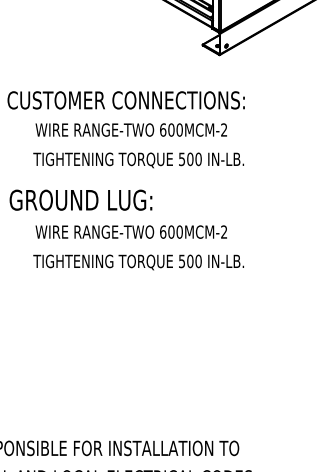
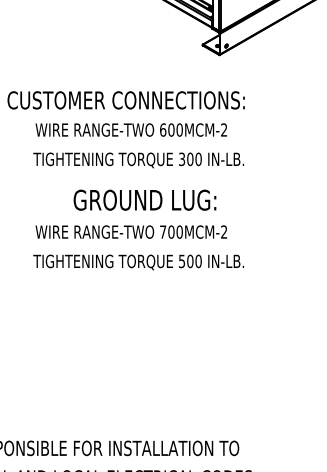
text at (182, 158): 500 -> 300
text at (80, 199) position: (80, 199) -> (144, 199)
text at (163, 231): 600MCM-2 -> 700MCM-2
